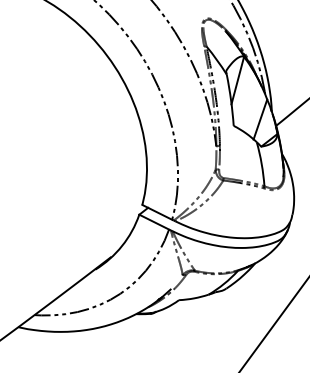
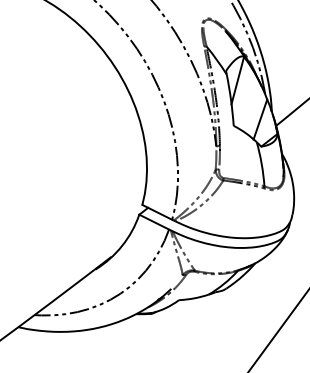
line at (273, 324) position: (273, 324) -> (278, 330)
